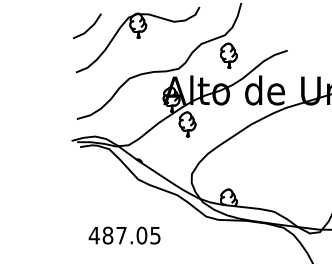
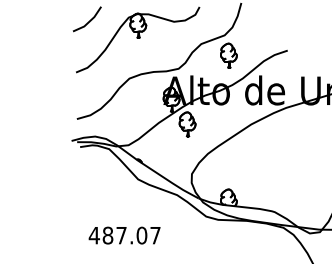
line at (88, 28) position: (88, 28) -> (88, 21)
text at (155, 235): 487.05 -> 487.07
